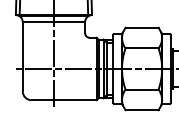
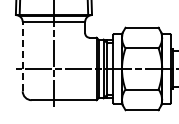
line at (22, 56): solid -> dashed
